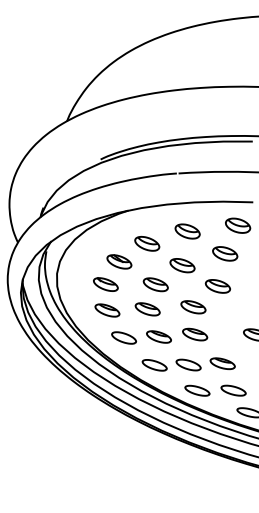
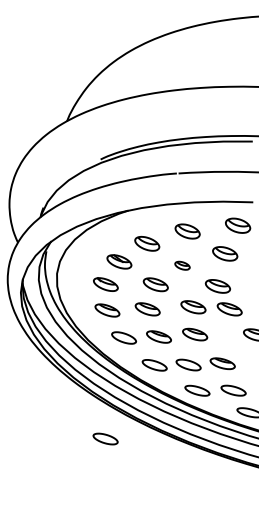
part at (182, 265) size: 27x16 px -> 17x11 px
part at (229, 309): none -> present
part at (105, 438): none -> present
